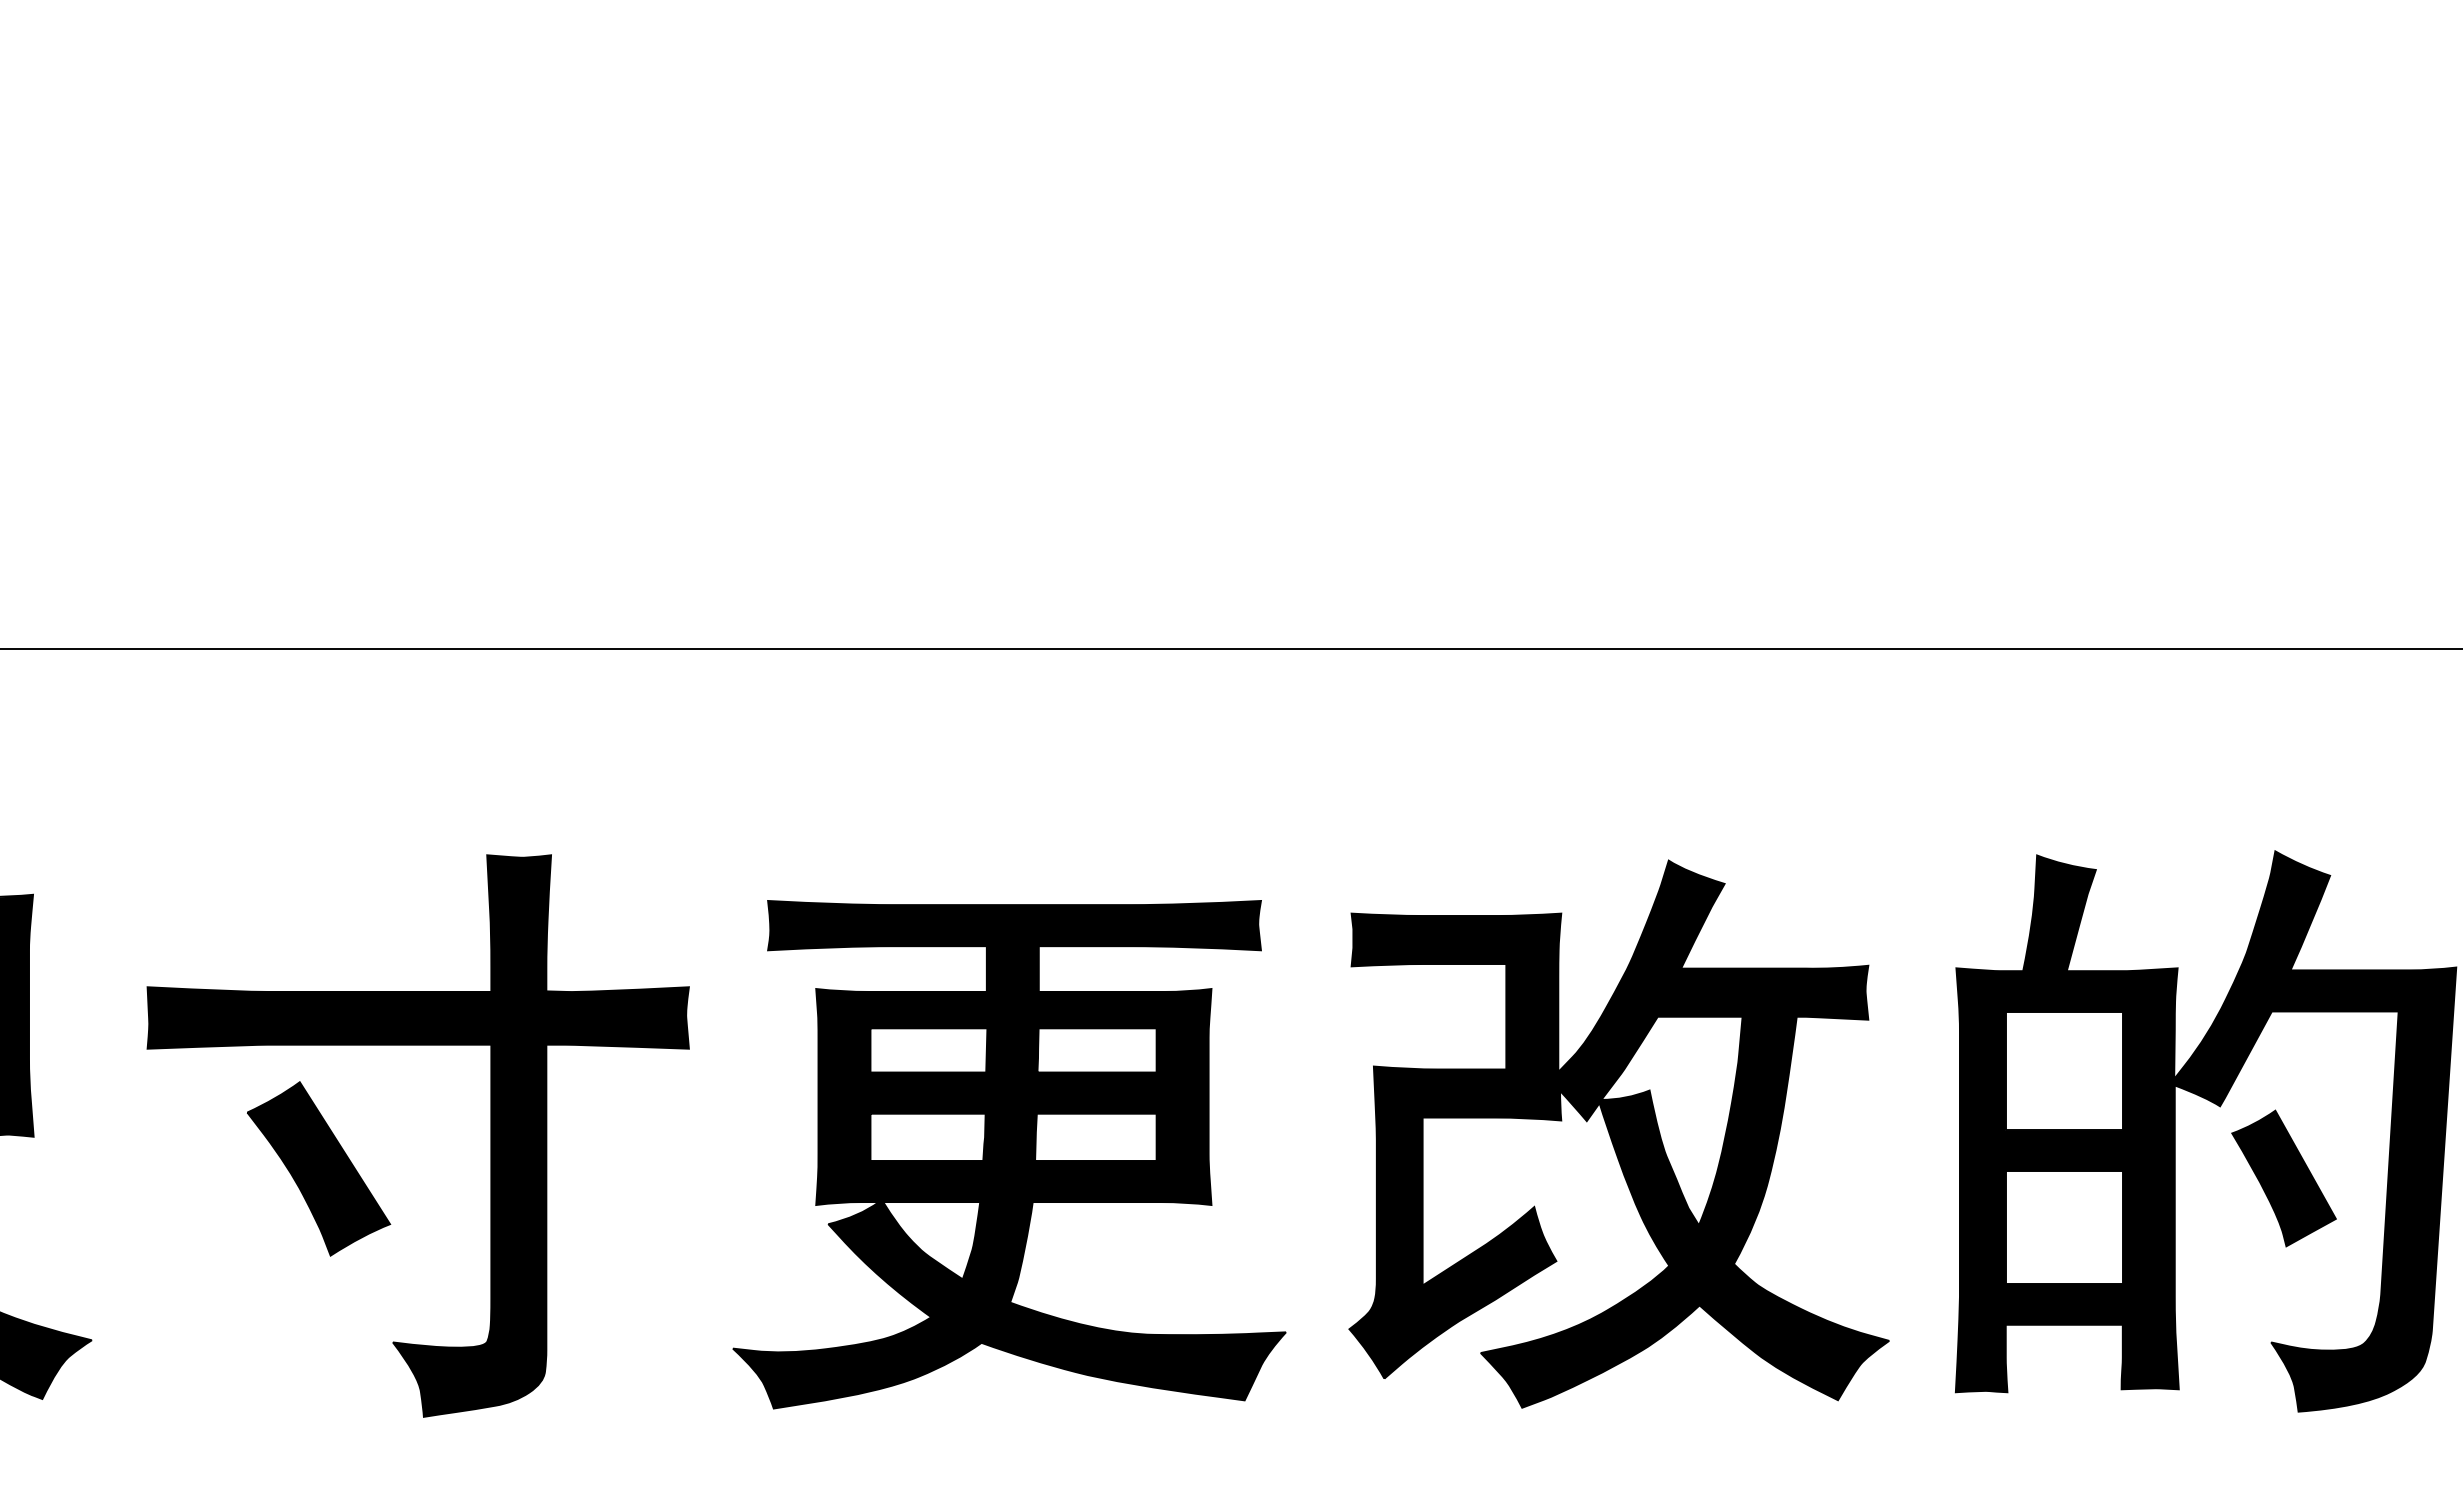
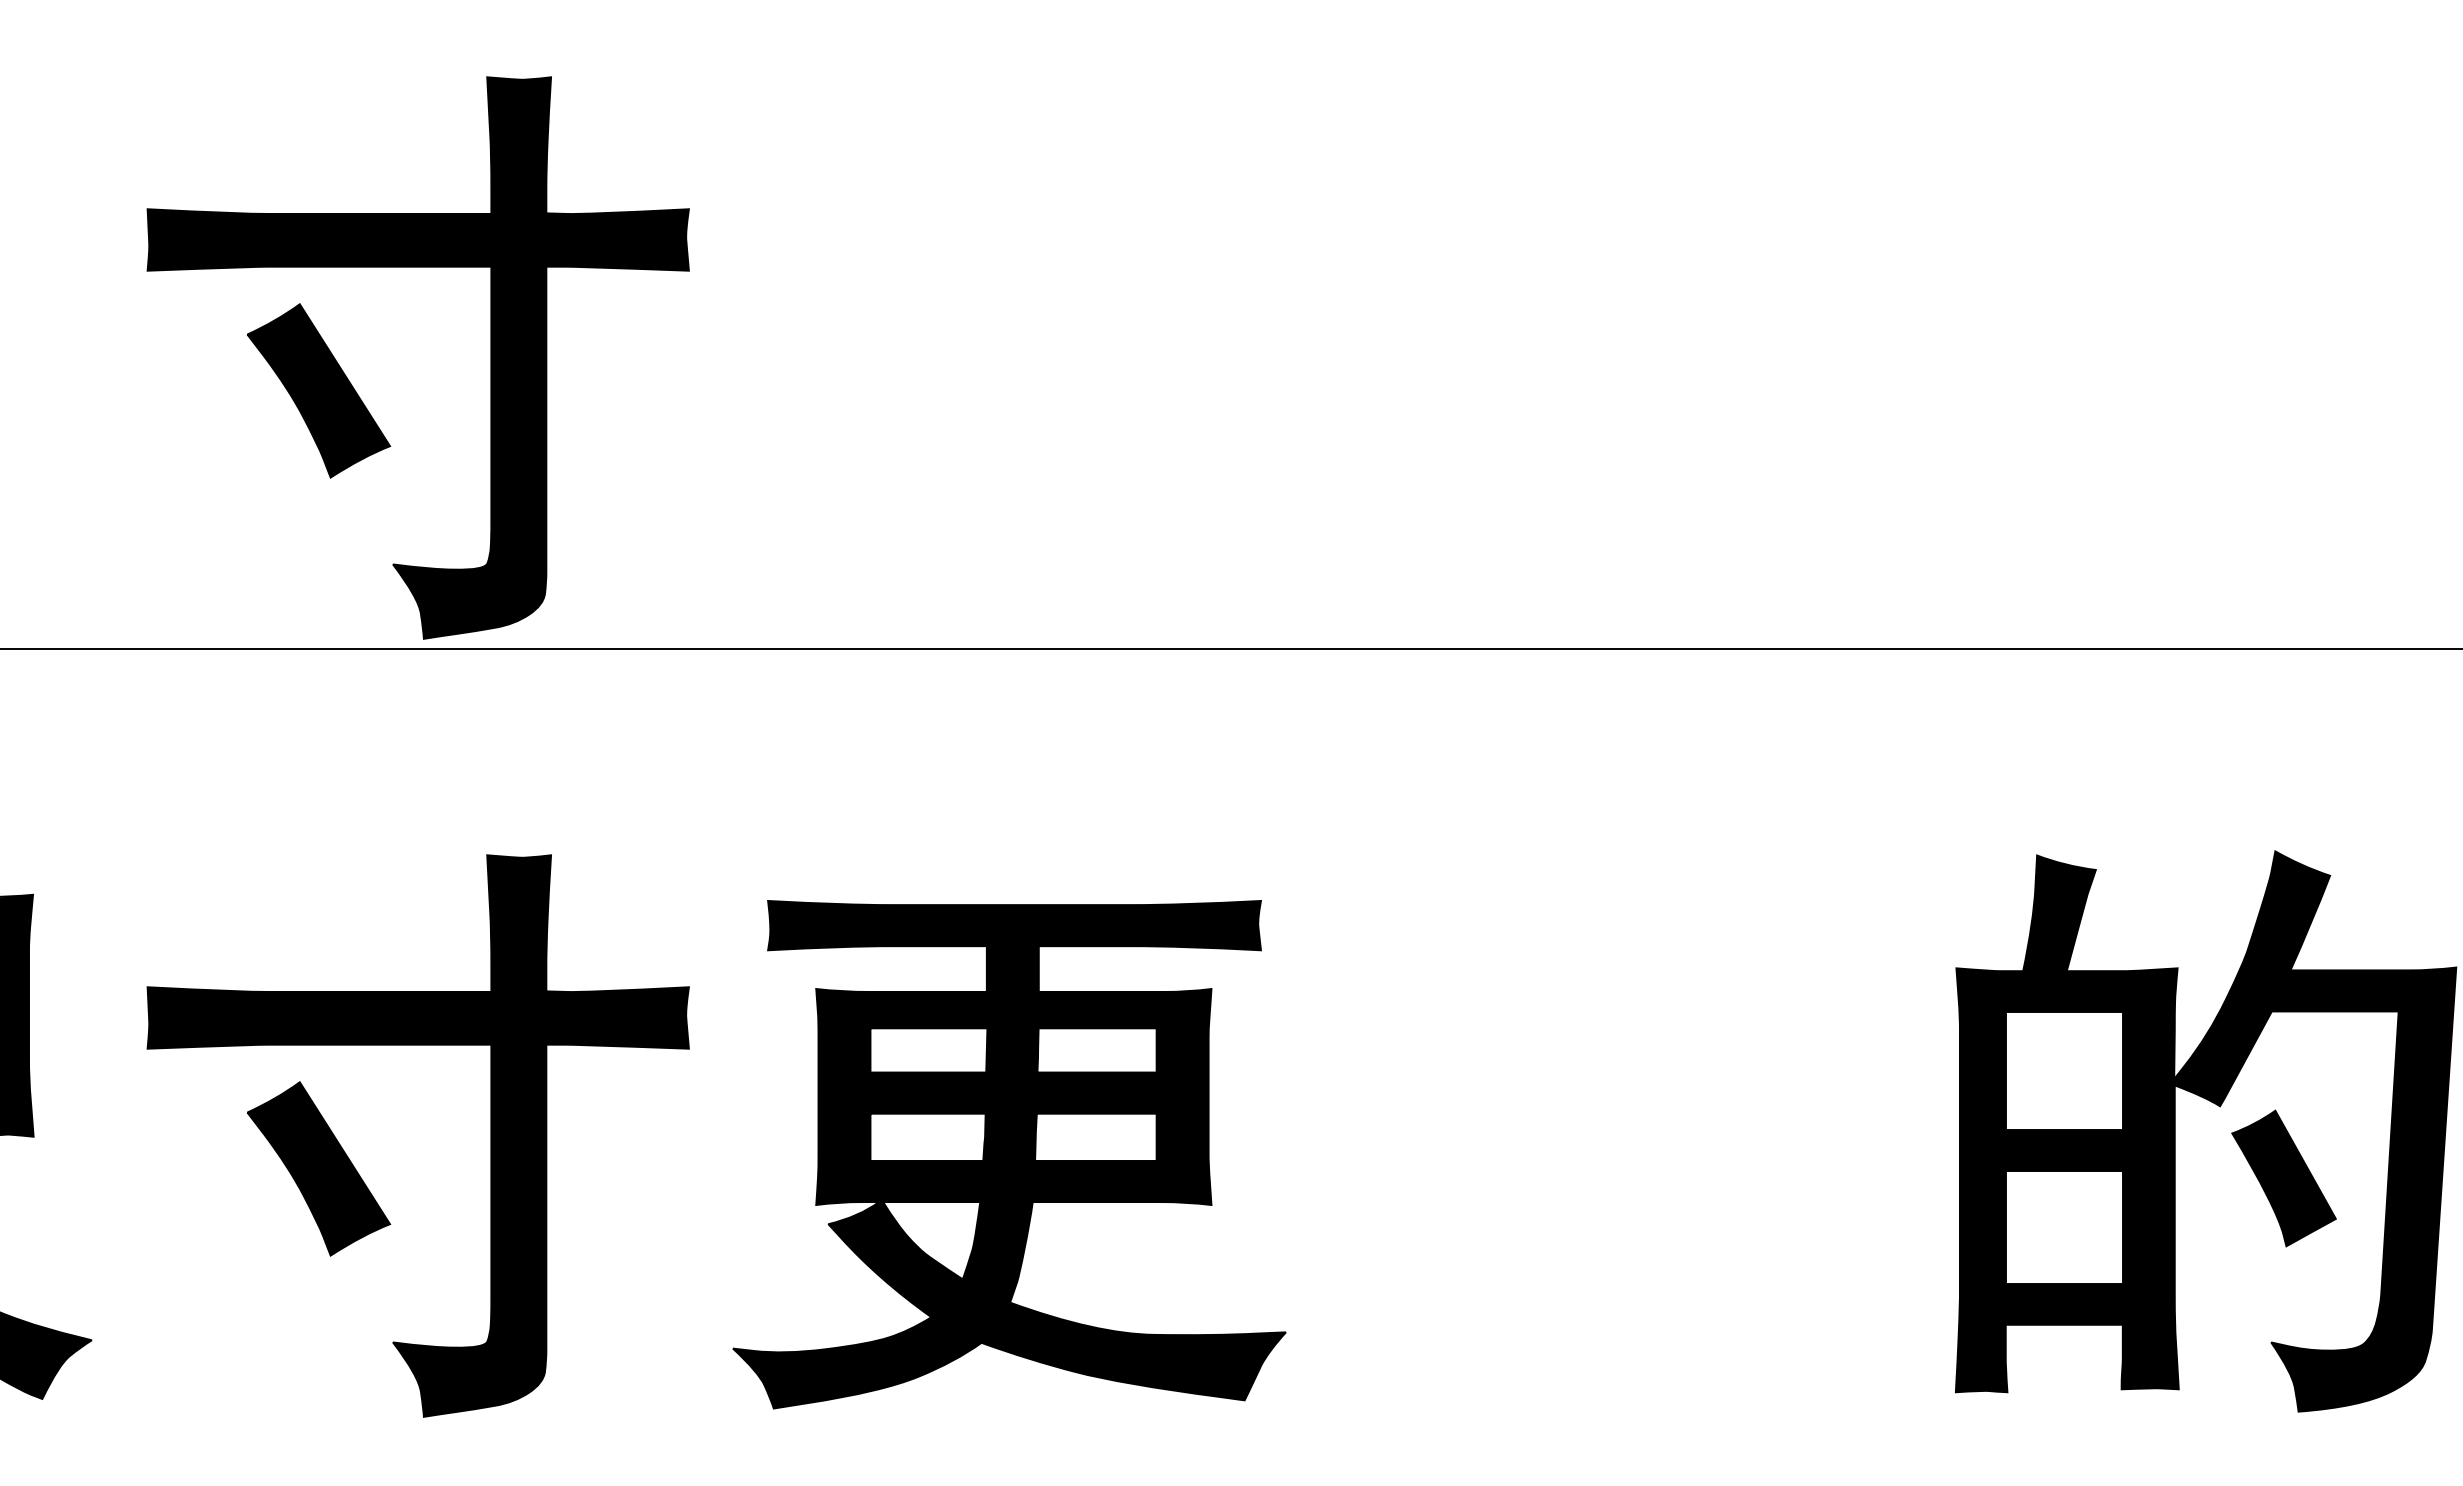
part at (360, 397): none -> present
part at (1618, 1133): present -> none
